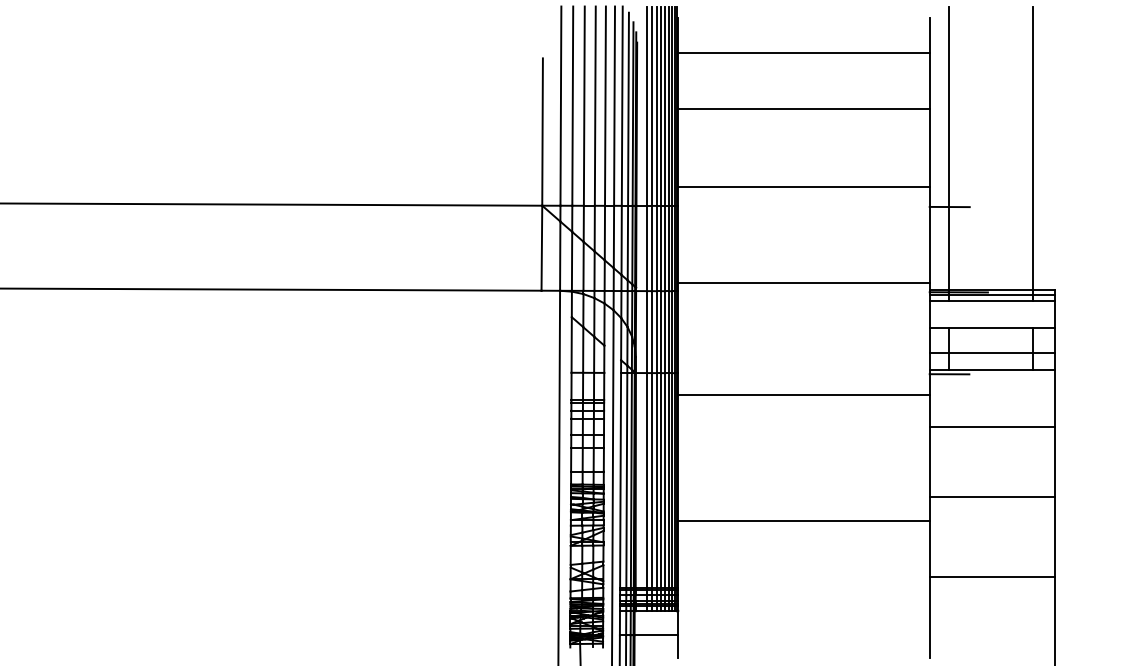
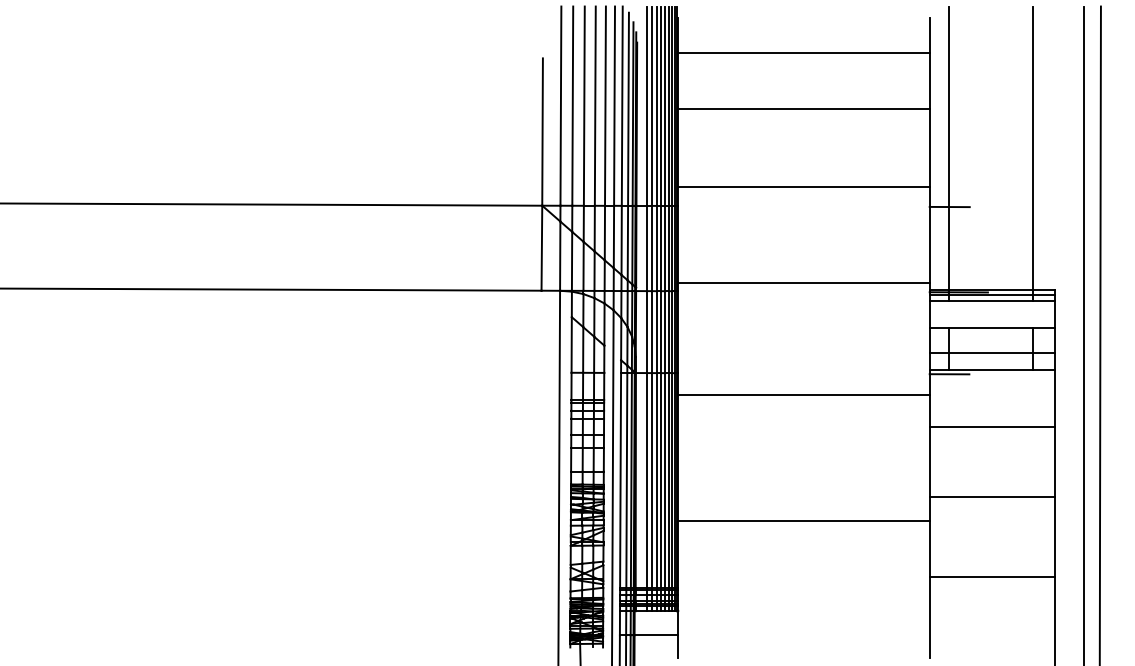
line at (1083, 334): none -> present
line at (1099, 334): none -> present
